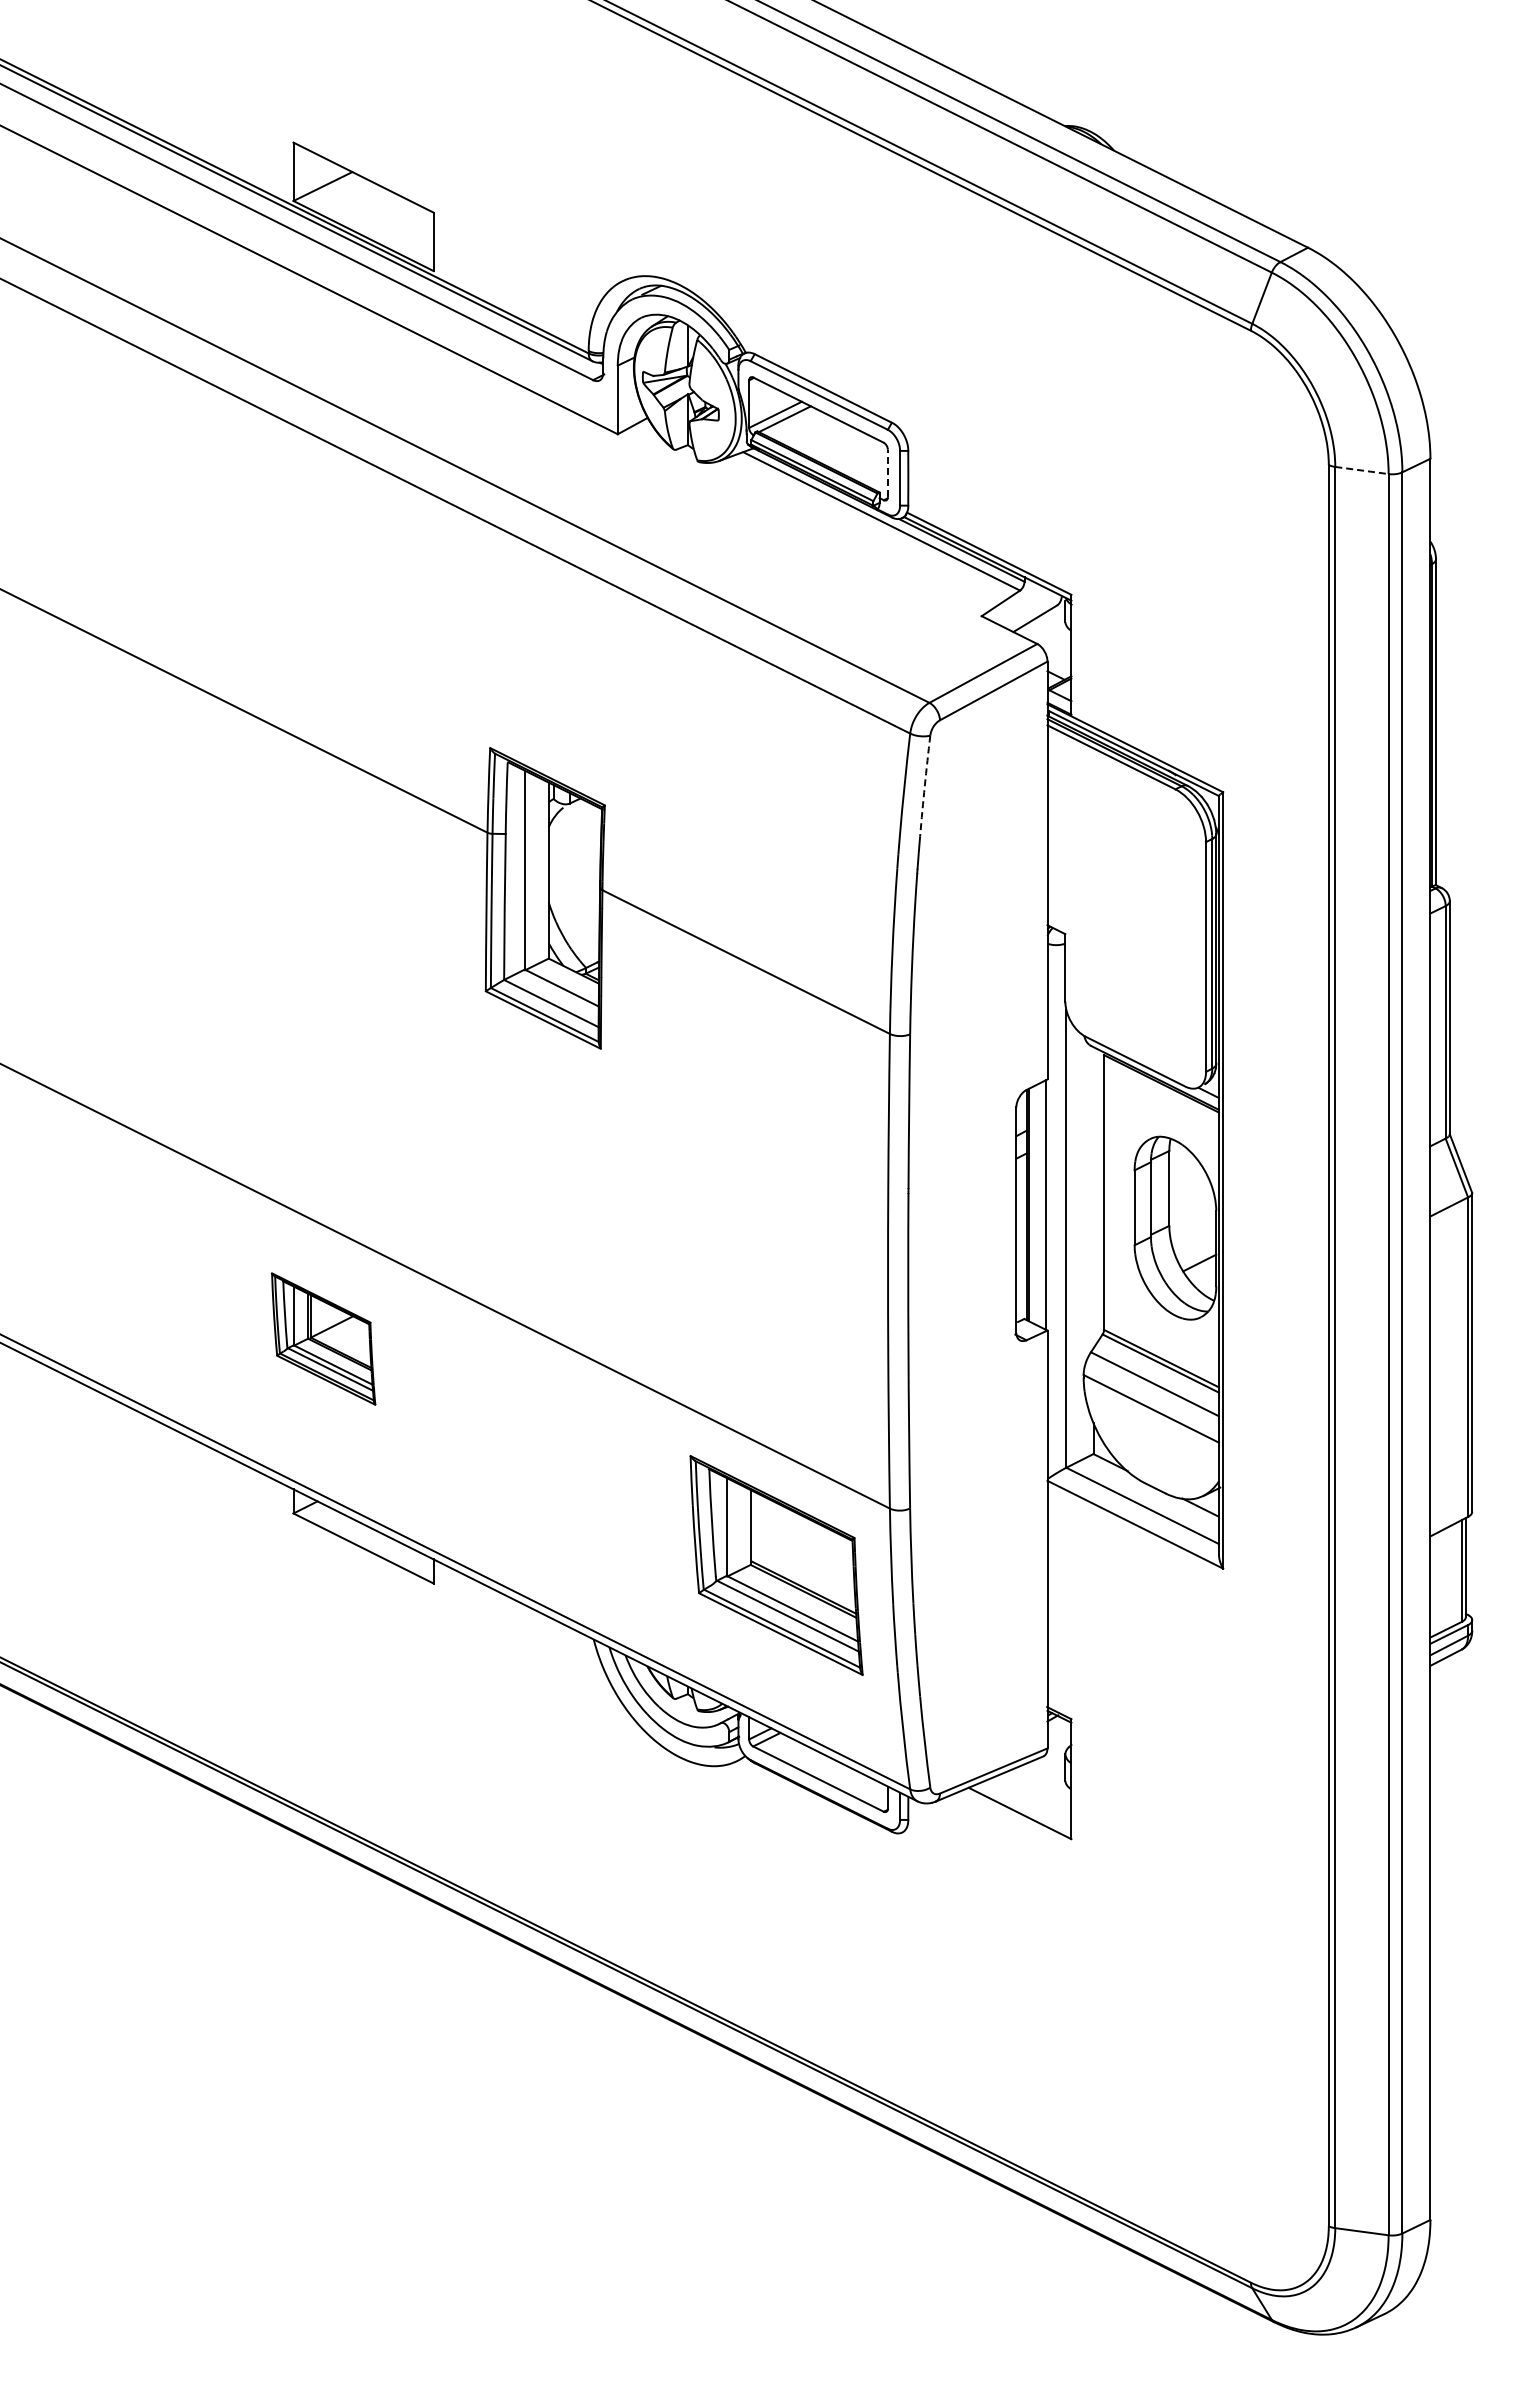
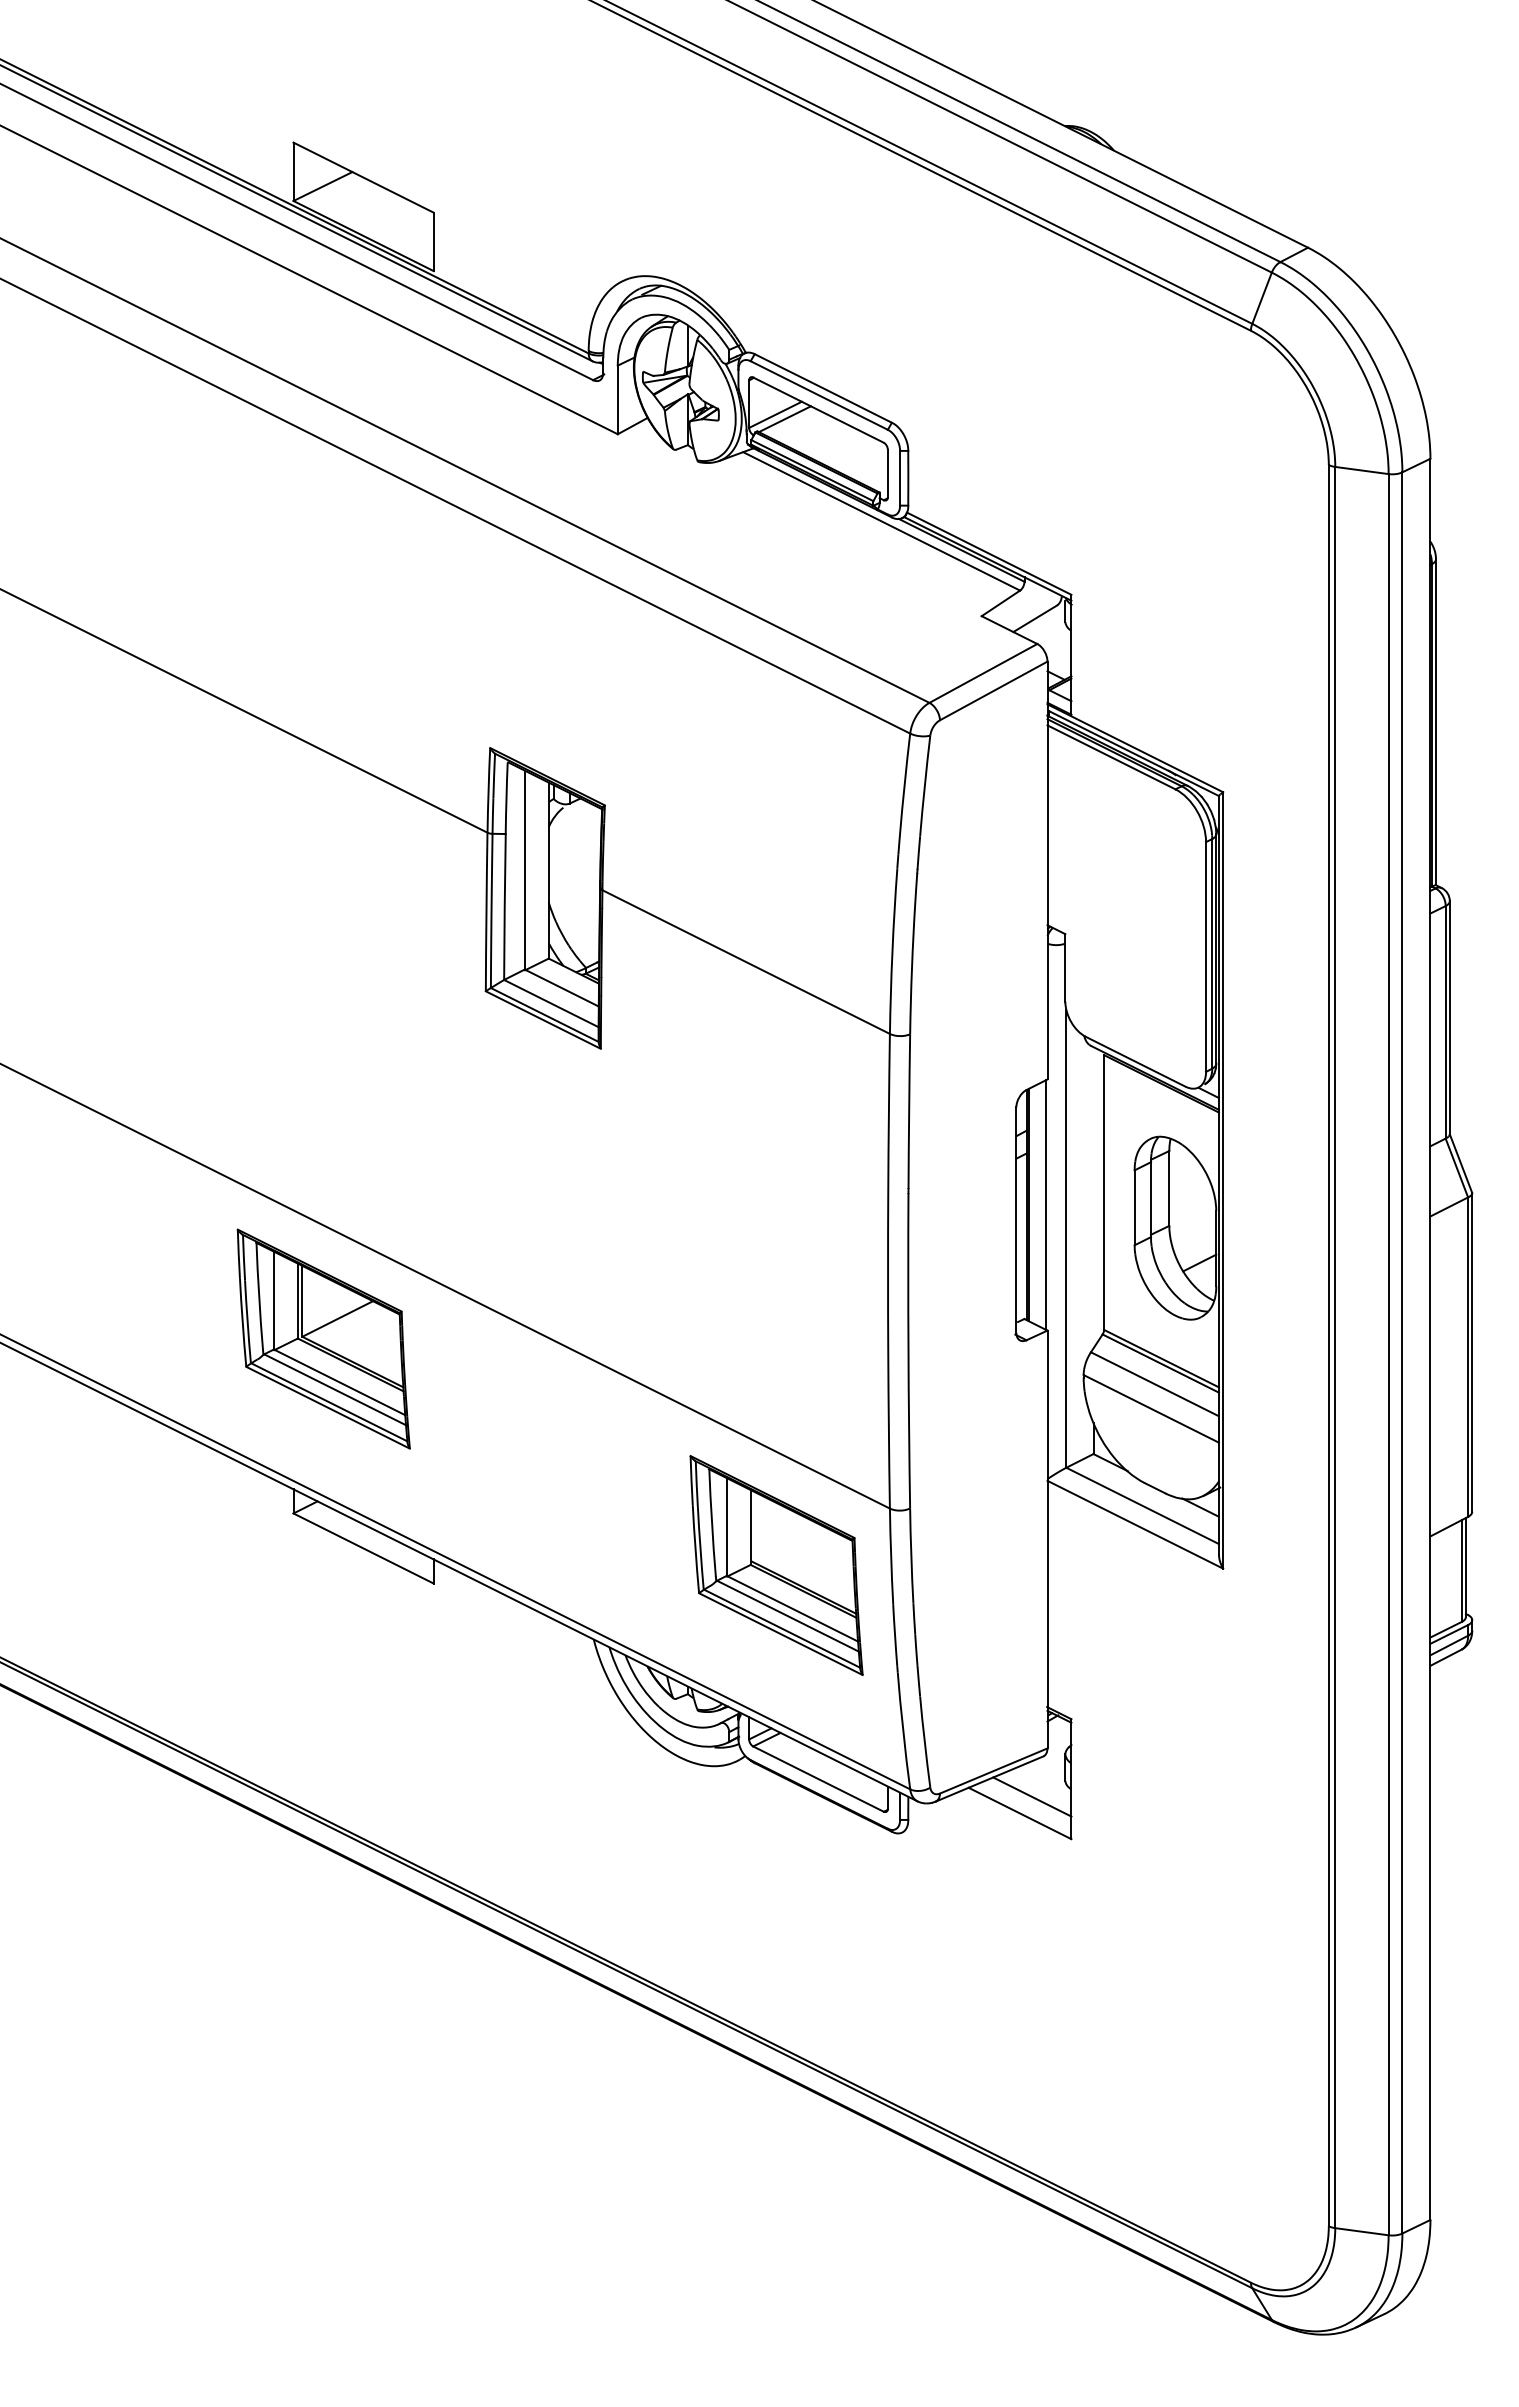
line at (1361, 470): dashed -> solid
line at (887, 473): dashed -> solid
arc at (924, 785): dashed -> solid
part at (323, 1338) size: 106x134 px -> 175x222 px
line at (1032, 1796): none -> present
